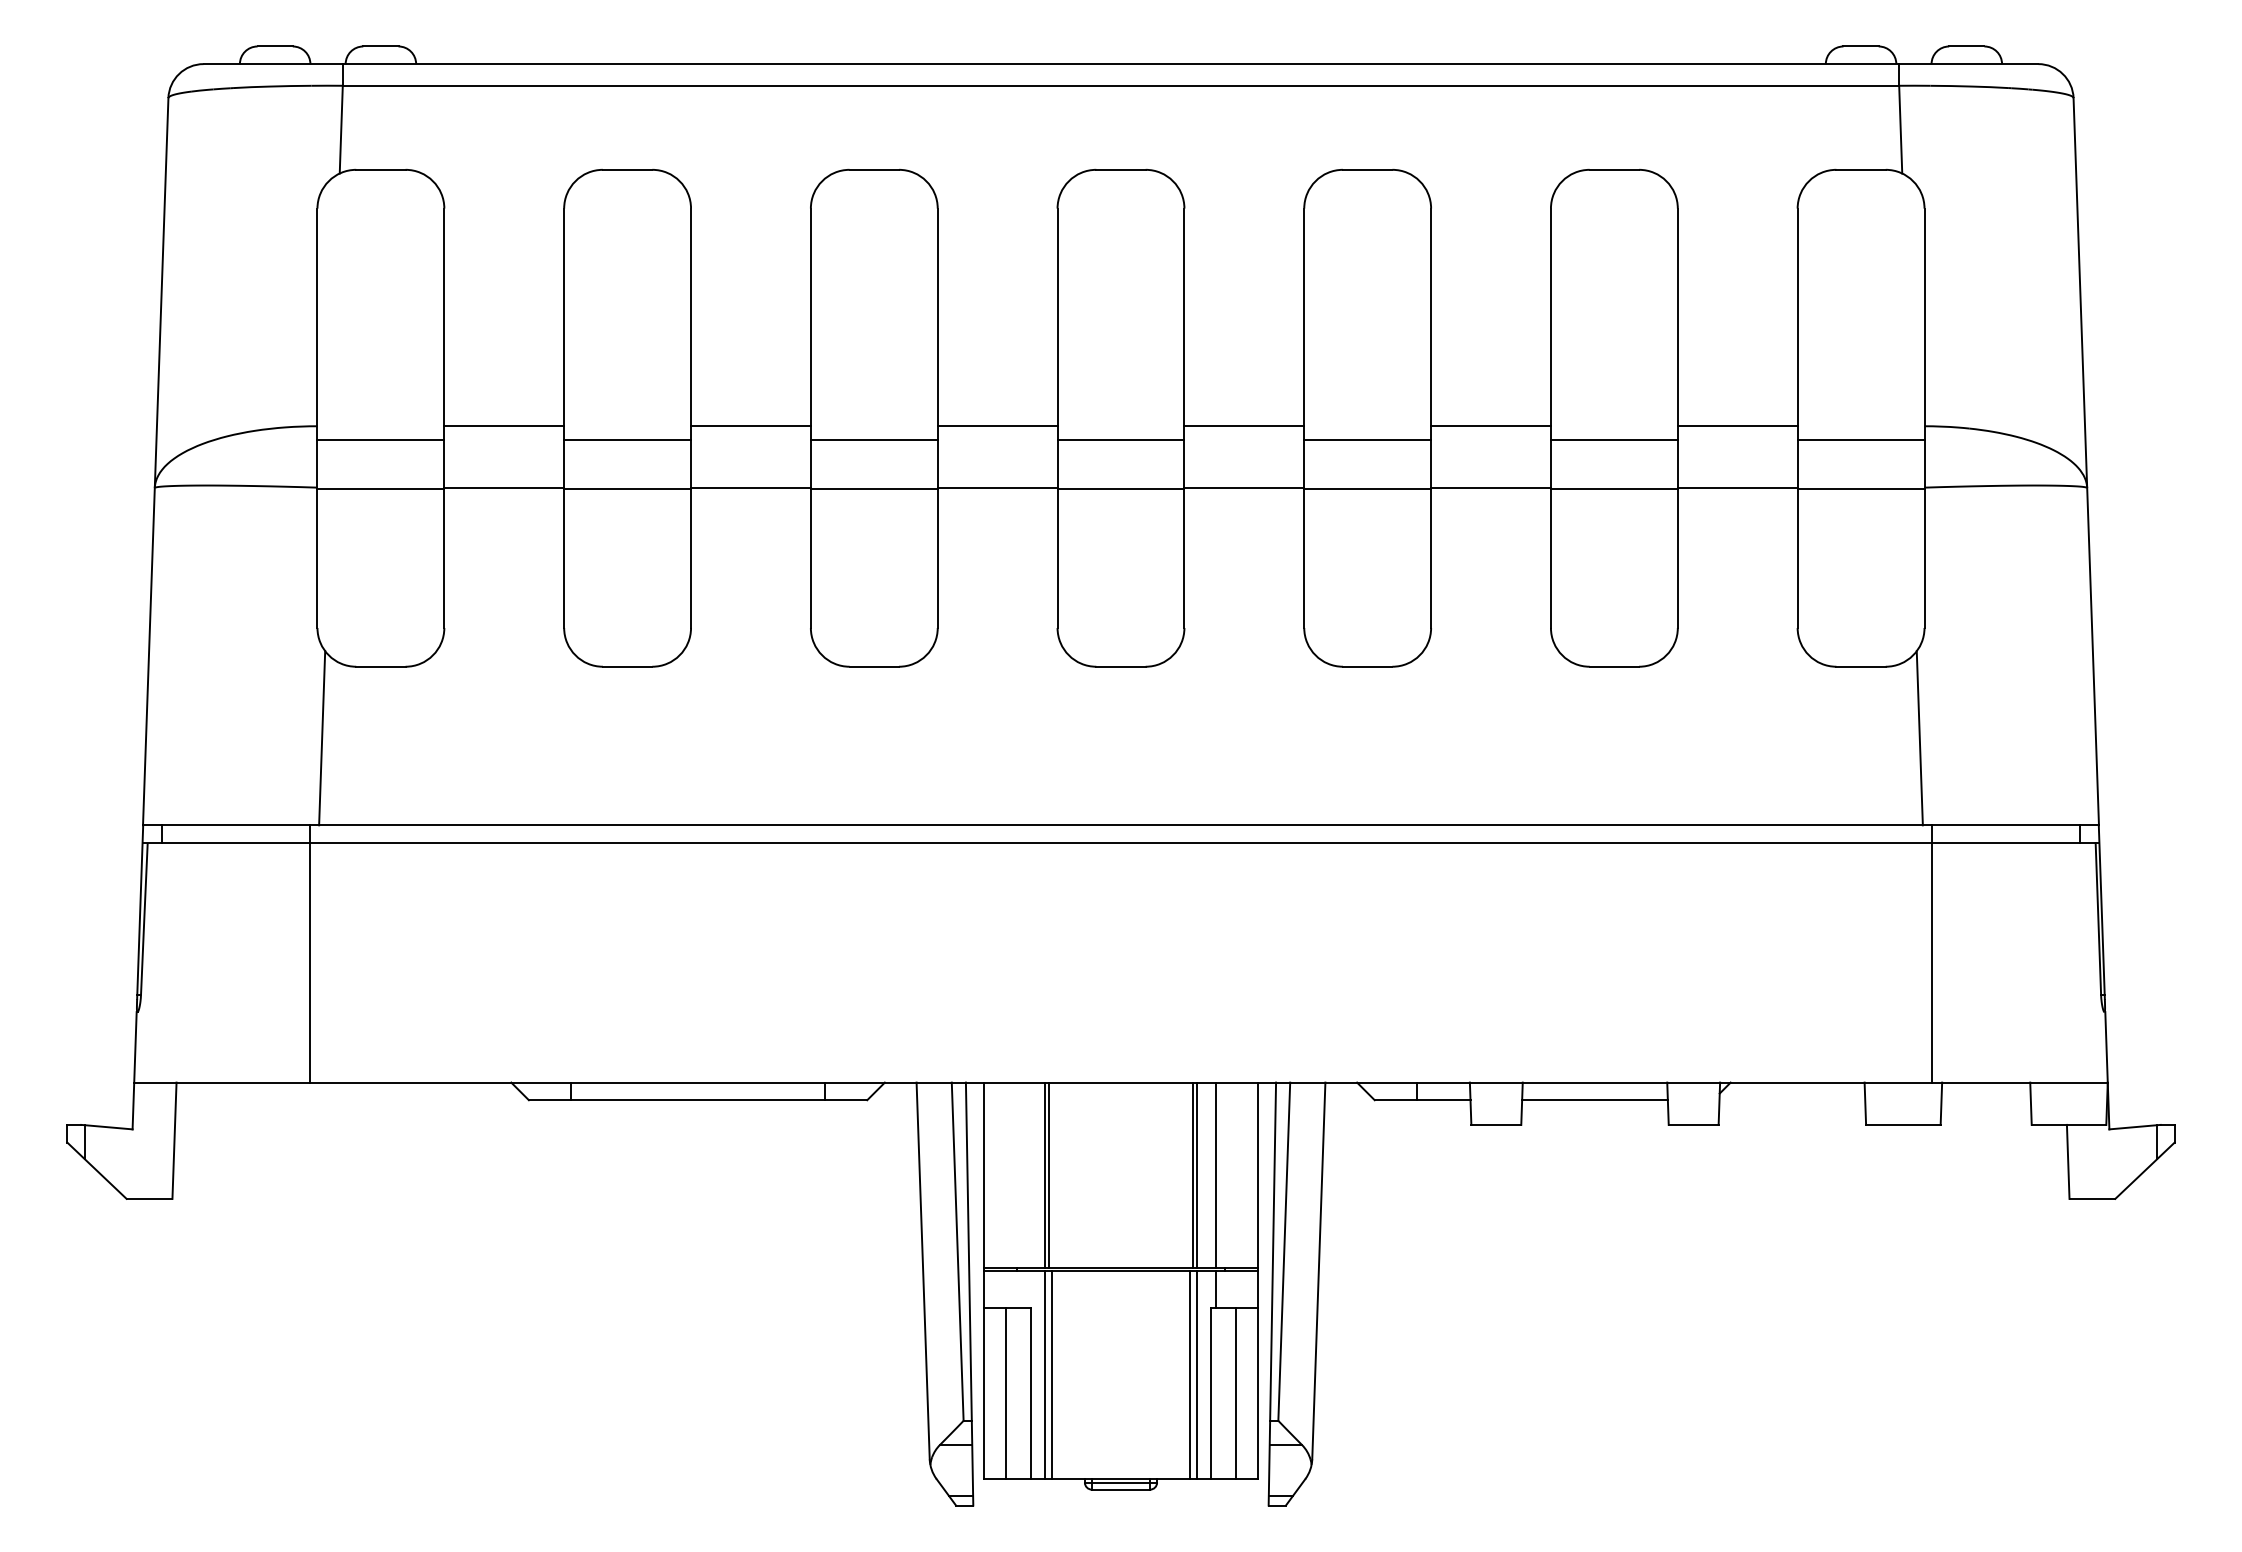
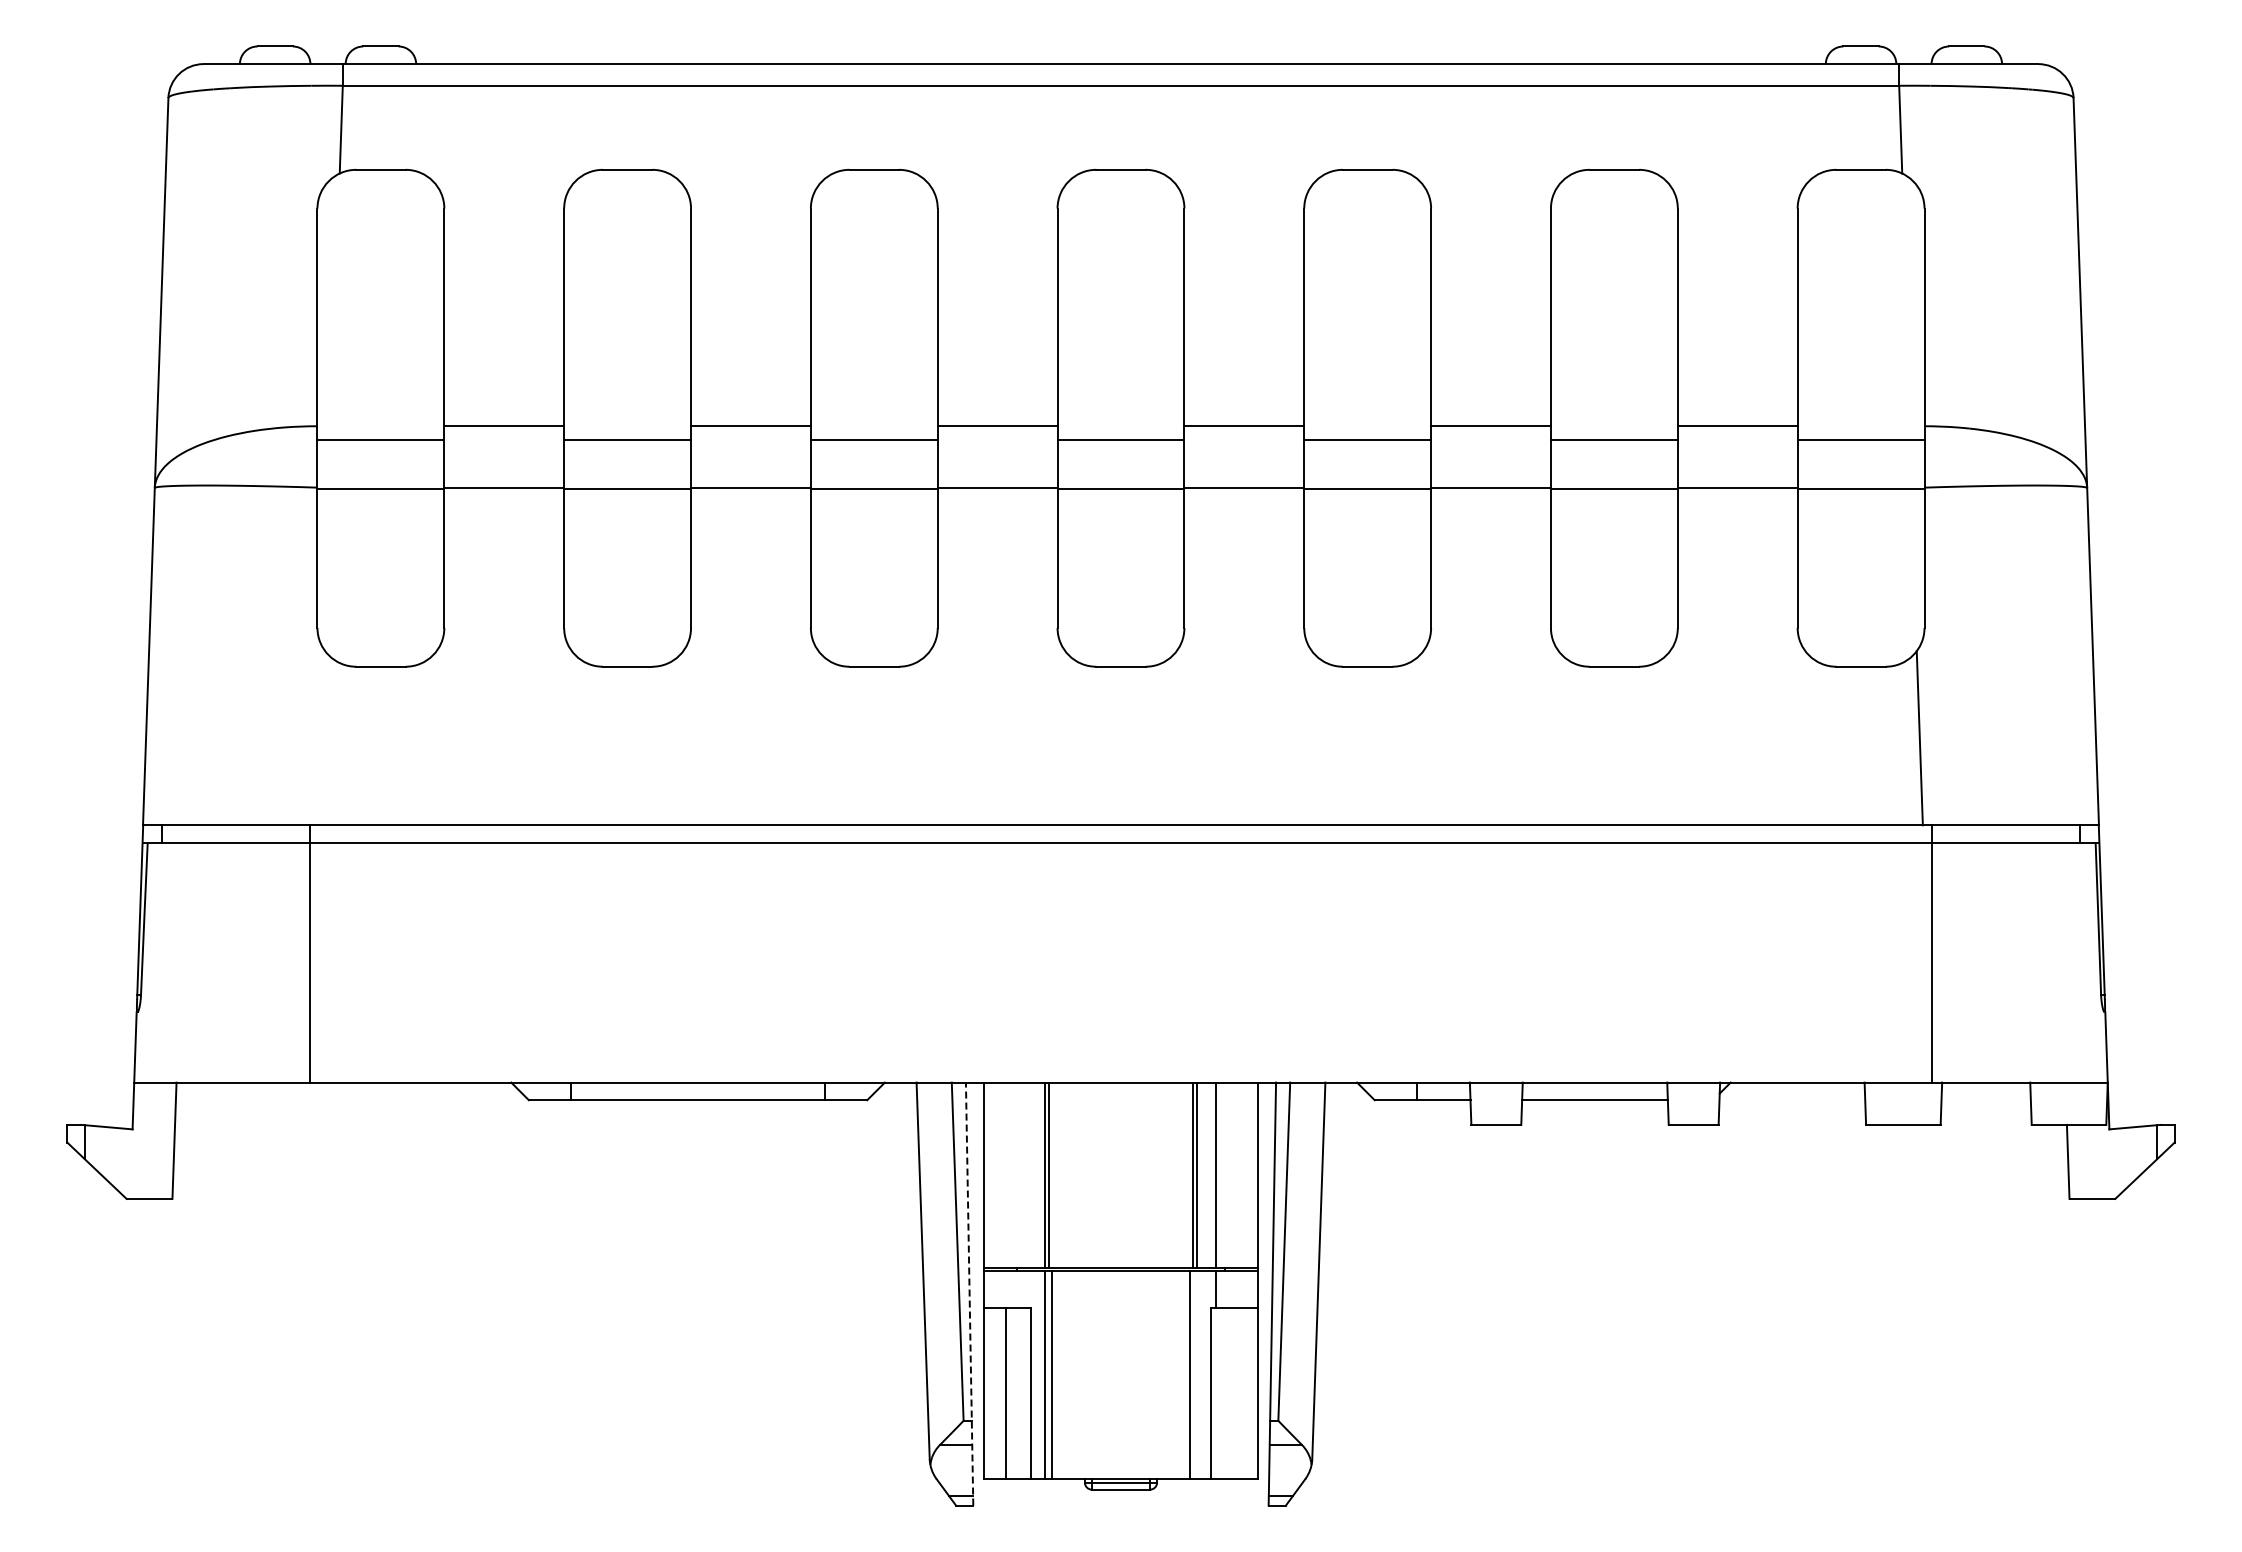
line at (322, 738): present -> none
line at (969, 1293): solid -> dashed
line at (1196, 1375): present -> none
line at (1235, 1393): present -> none
